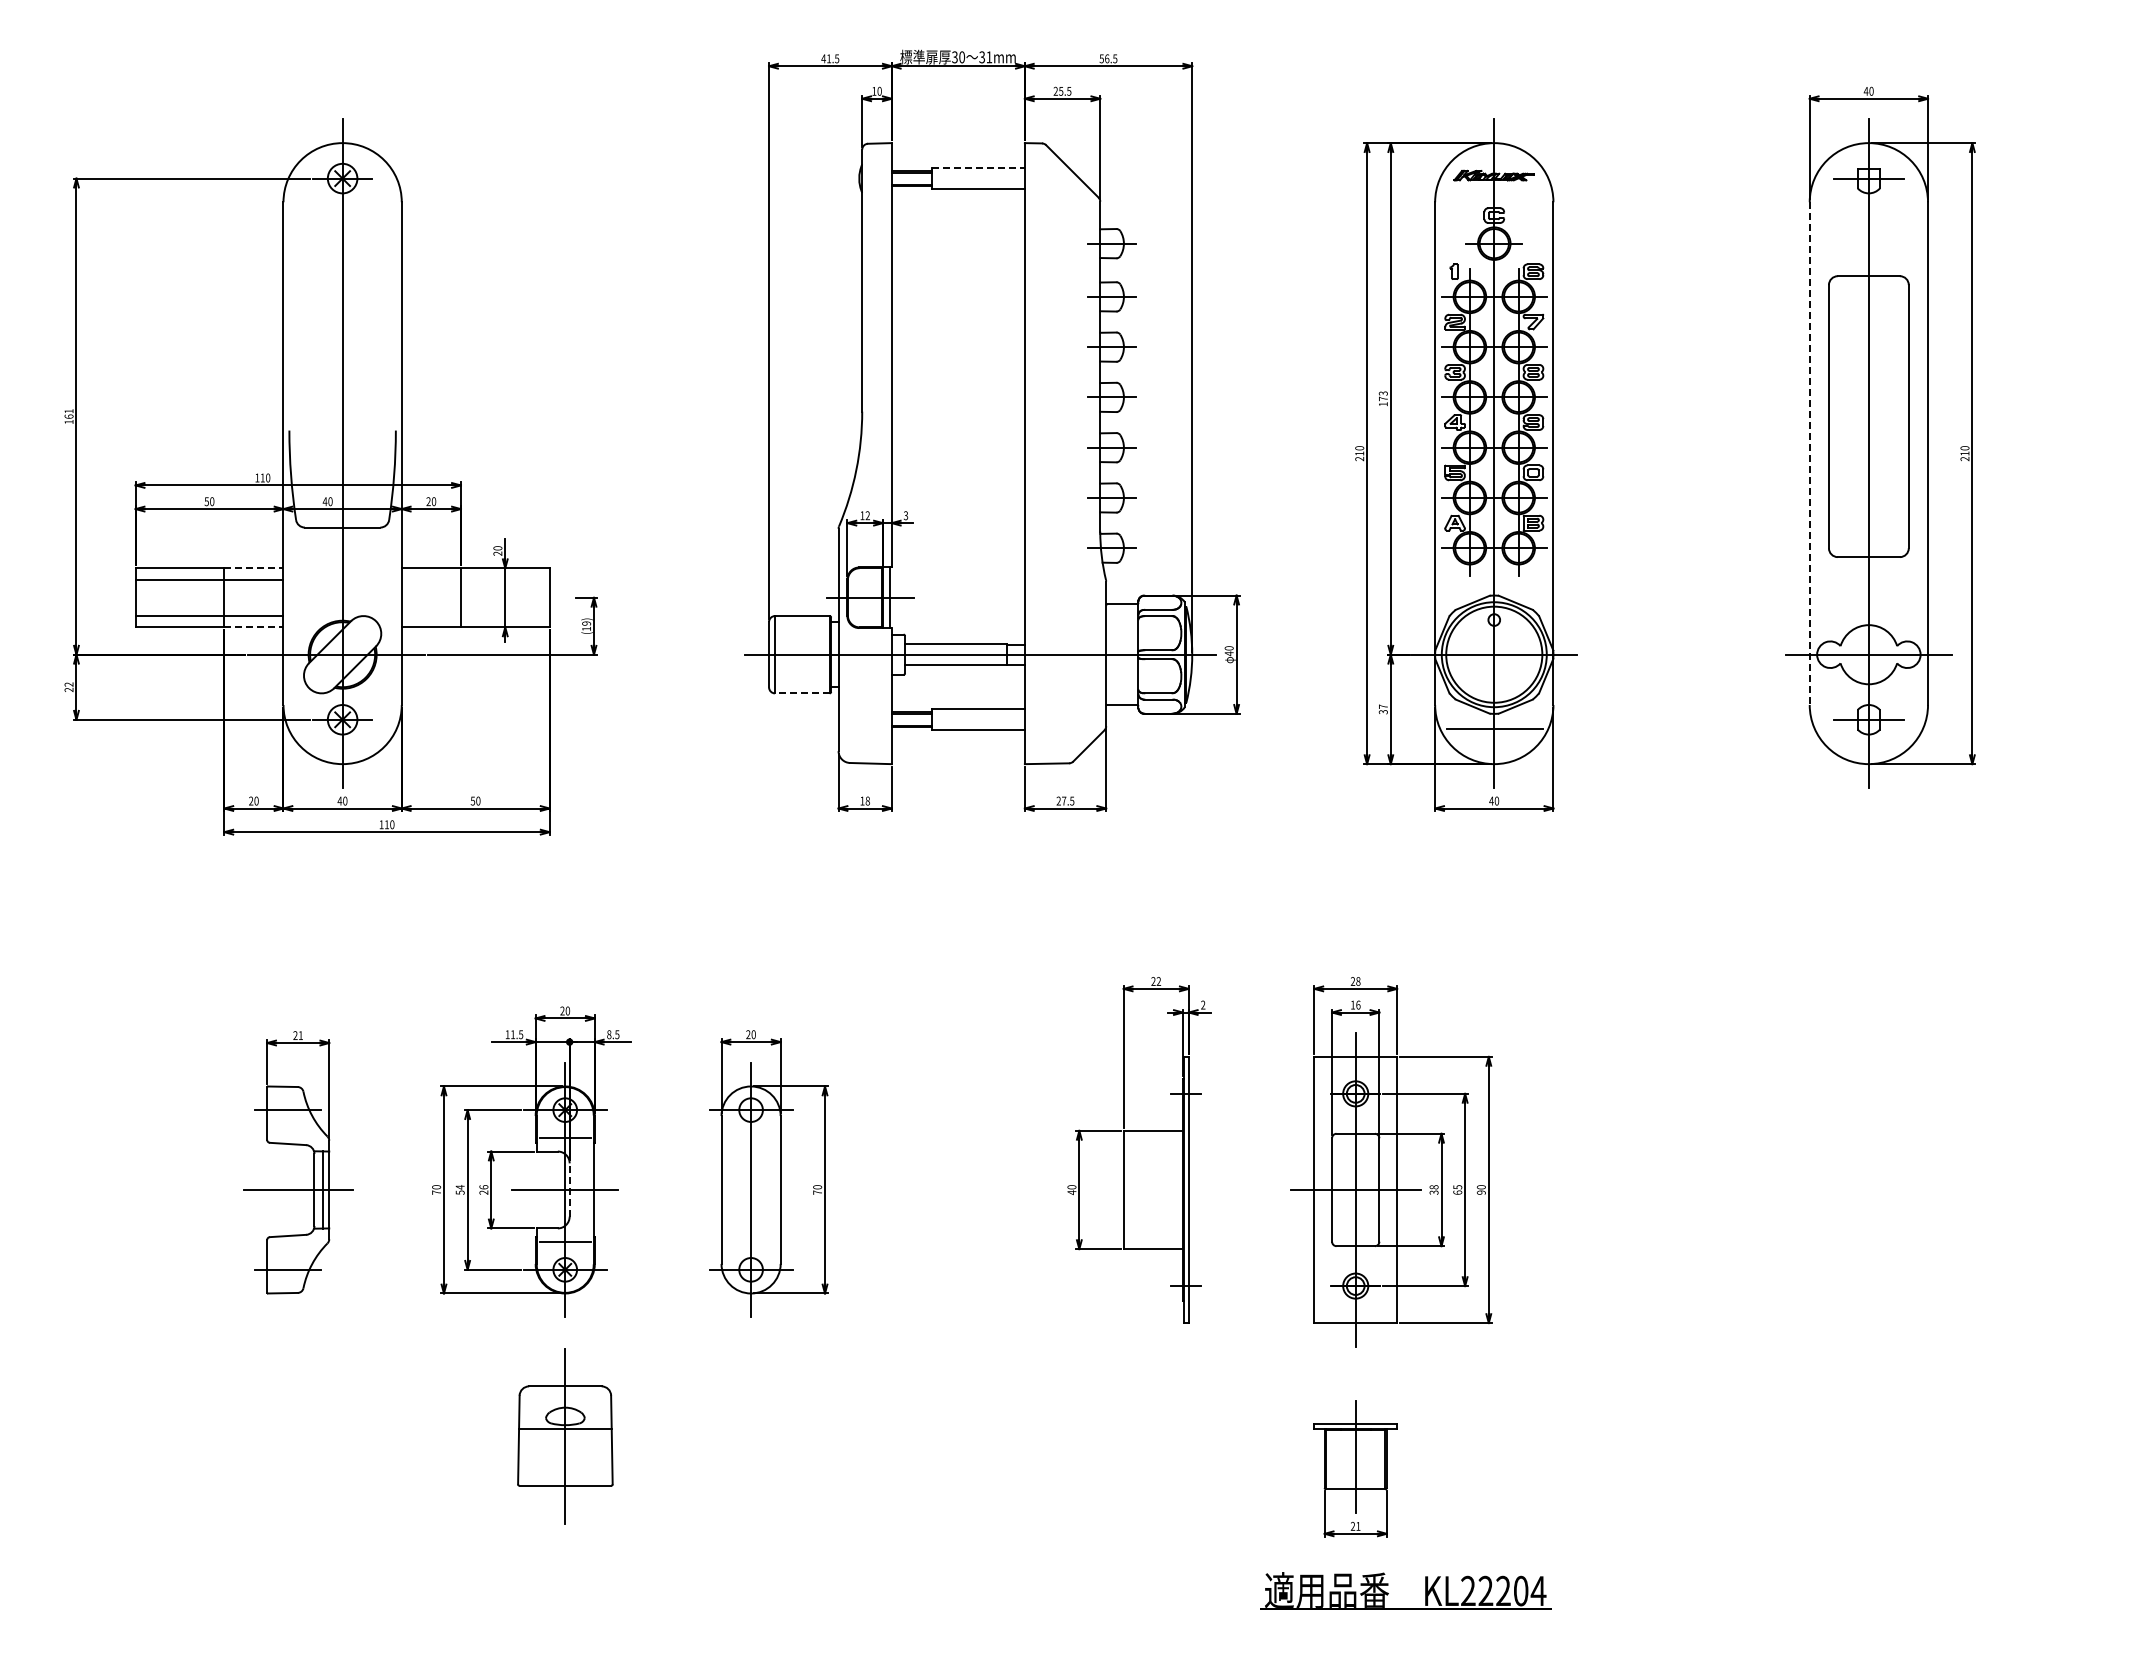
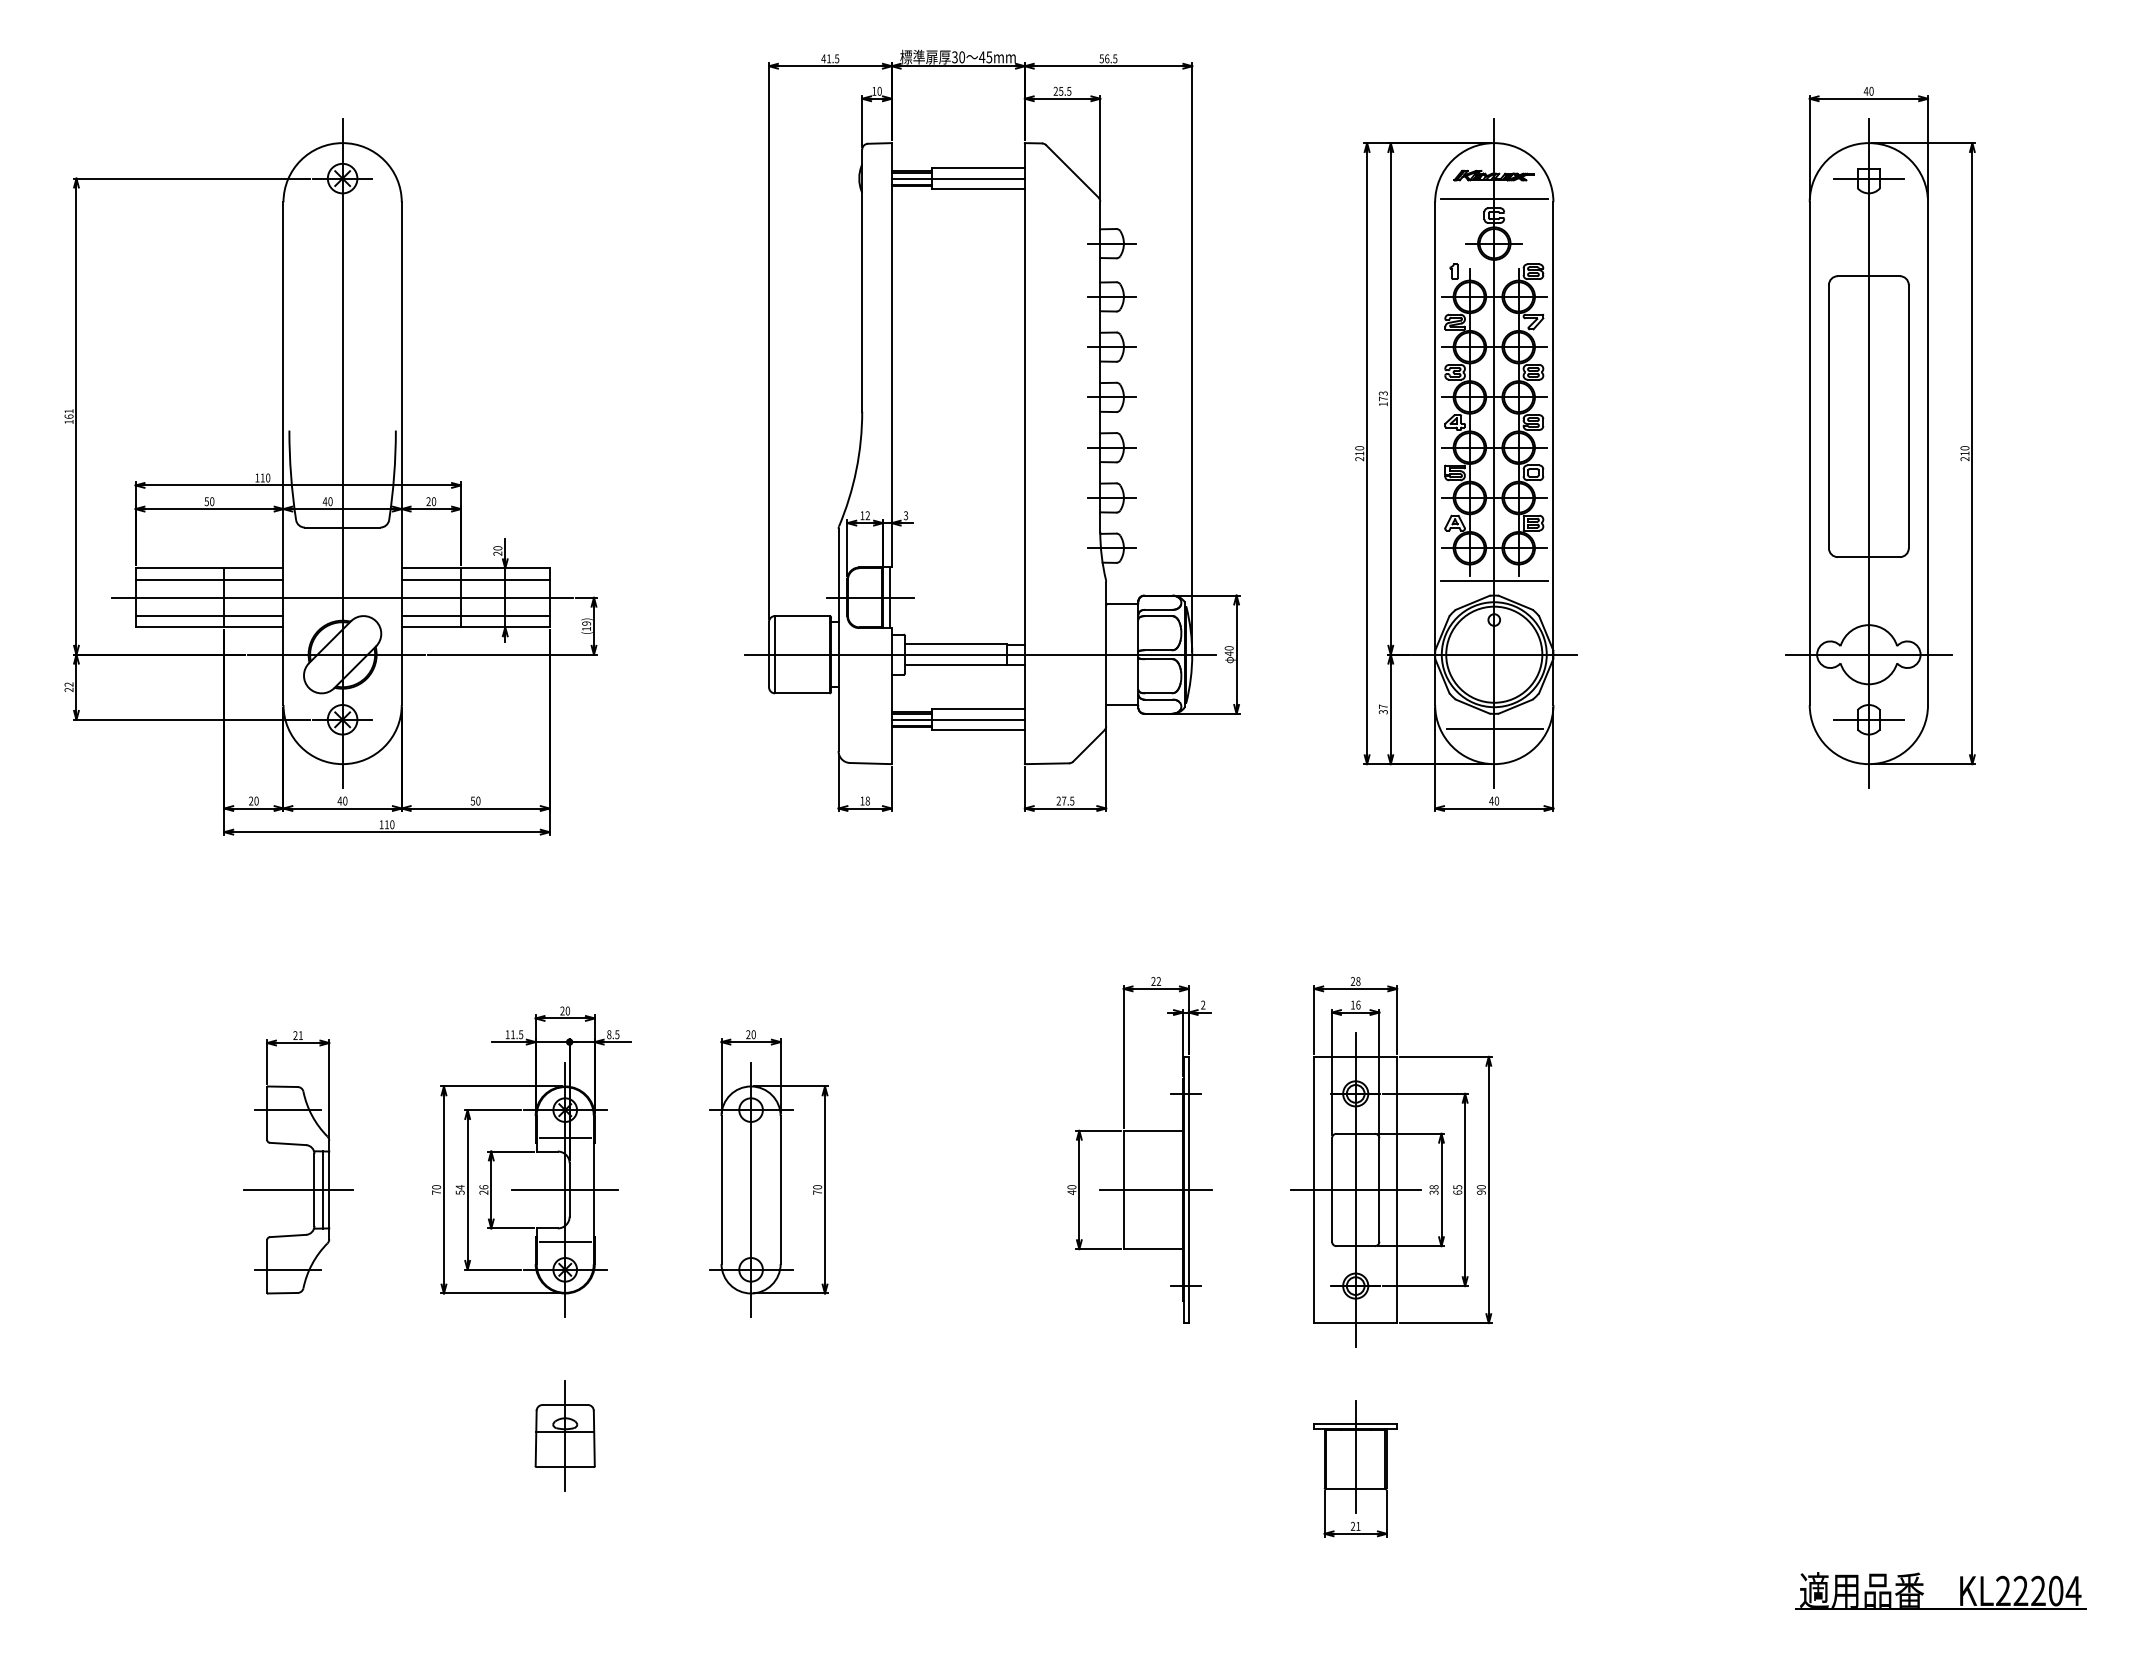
text at (985, 57): 31mm -> 45mm
line at (978, 168): dashed -> solid
line at (957, 178): none -> present
line at (1494, 199): none -> present
line at (1809, 454): dashed -> solid
line at (253, 568): dashed -> solid
line at (475, 580): none -> present
line at (1494, 580): none -> present
line at (342, 597): none -> present
line at (475, 615): none -> present
line at (253, 627): dashed -> solid
line at (801, 693): dashed -> solid
line at (957, 719): none -> present
line at (569, 1189): dashed -> solid
line at (1156, 1189): none -> present
part at (565, 1436) size: 97x177 px -> 62x112 px
part at (1388, 1593) position: (1388, 1593) -> (1923, 1593)
